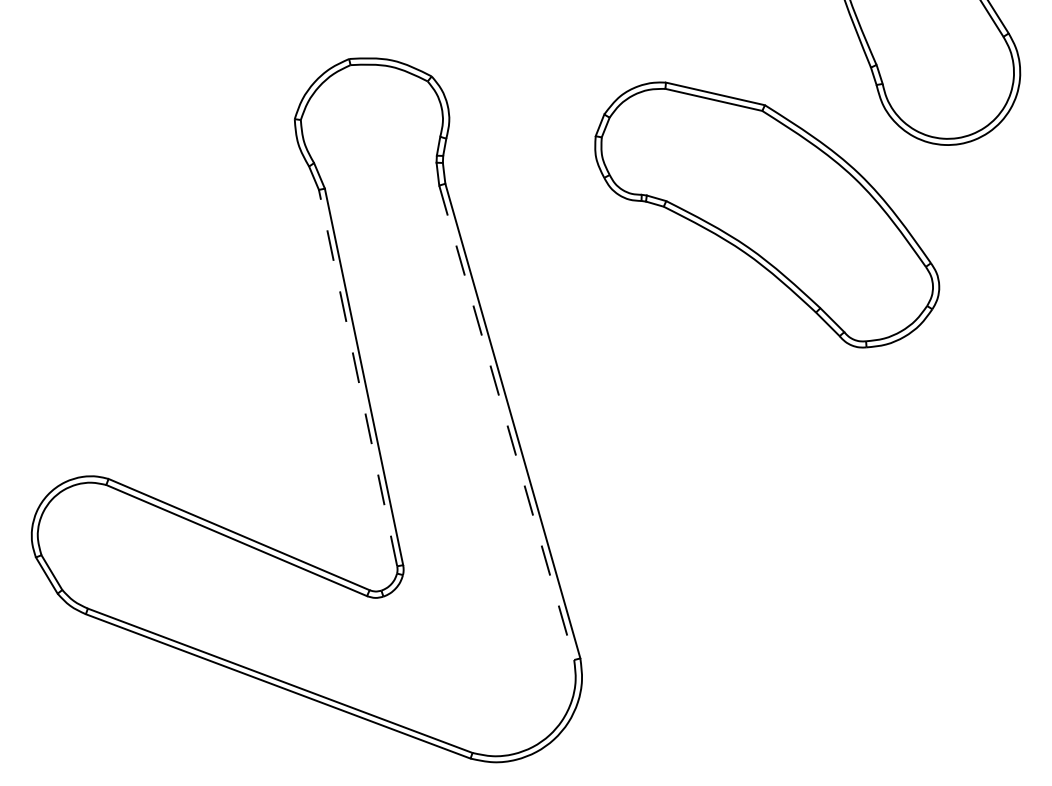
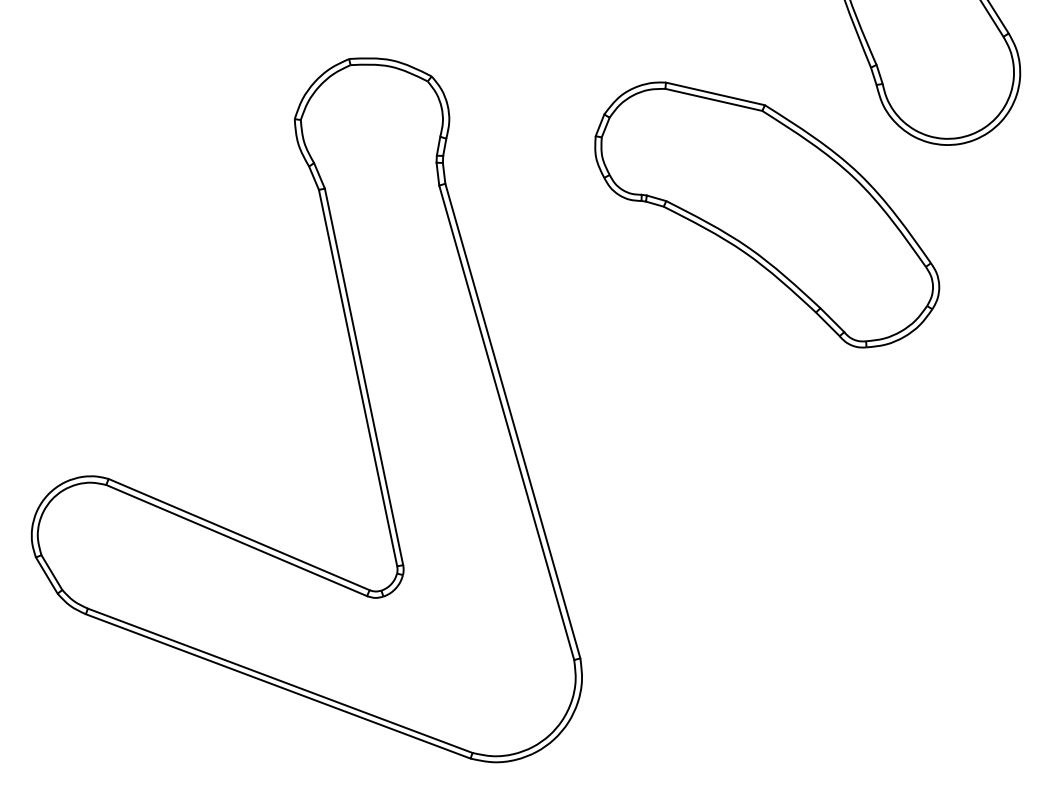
line at (357, 377): dashed -> solid
line at (506, 422): dashed -> solid
